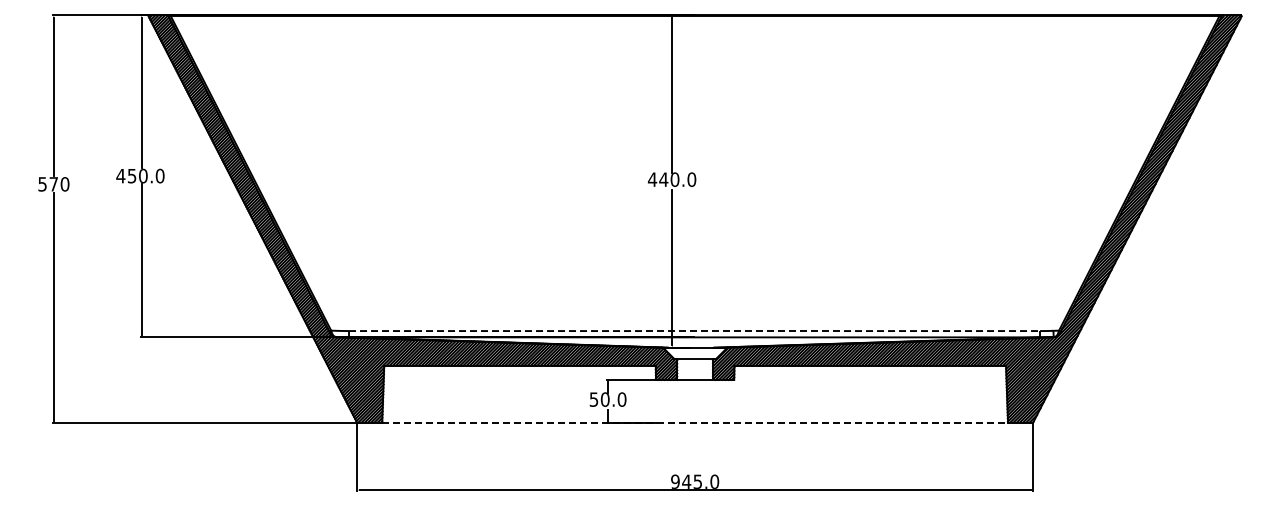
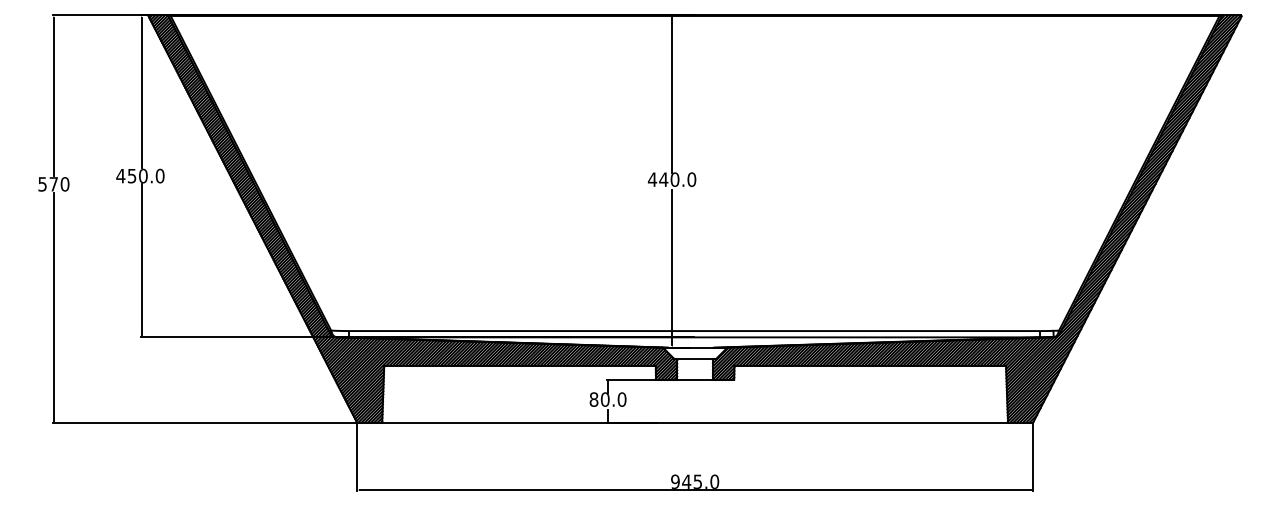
line at (695, 331): dashed -> solid
text at (593, 399): 50.0 -> 80.0
line at (695, 422): dashed -> solid
